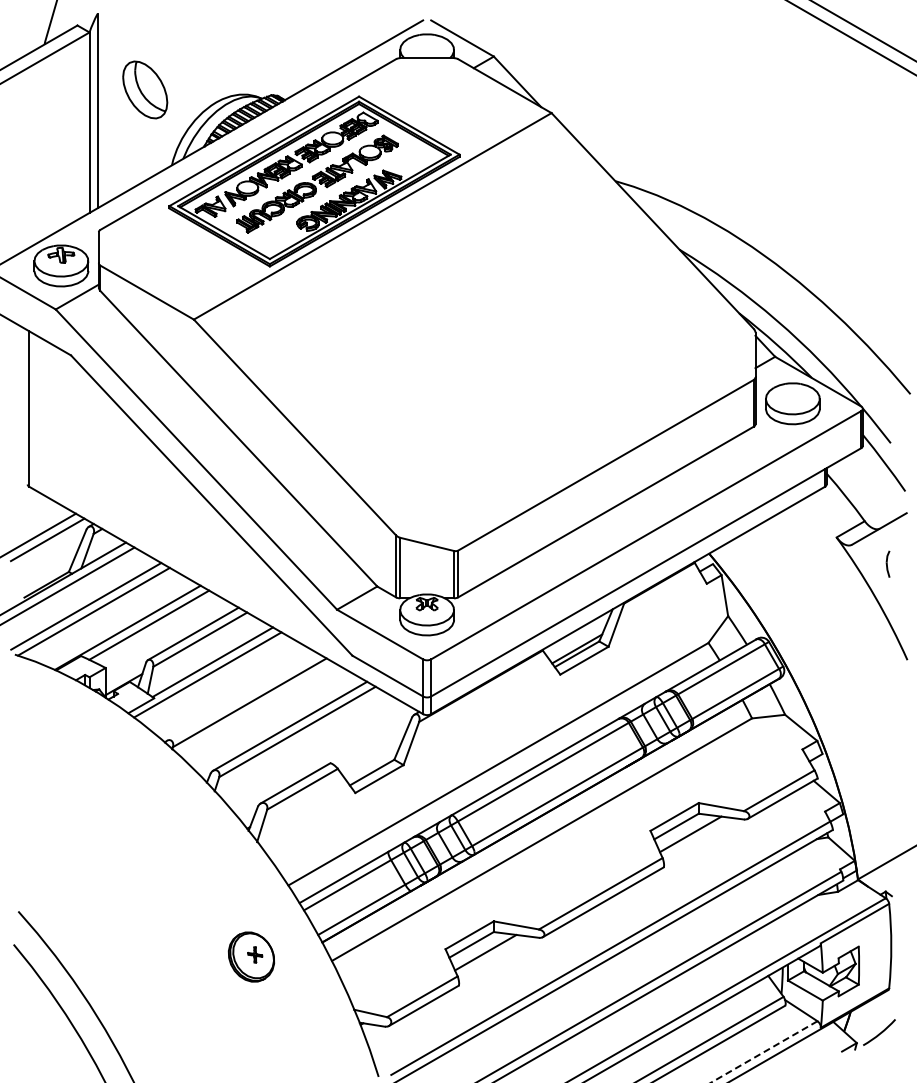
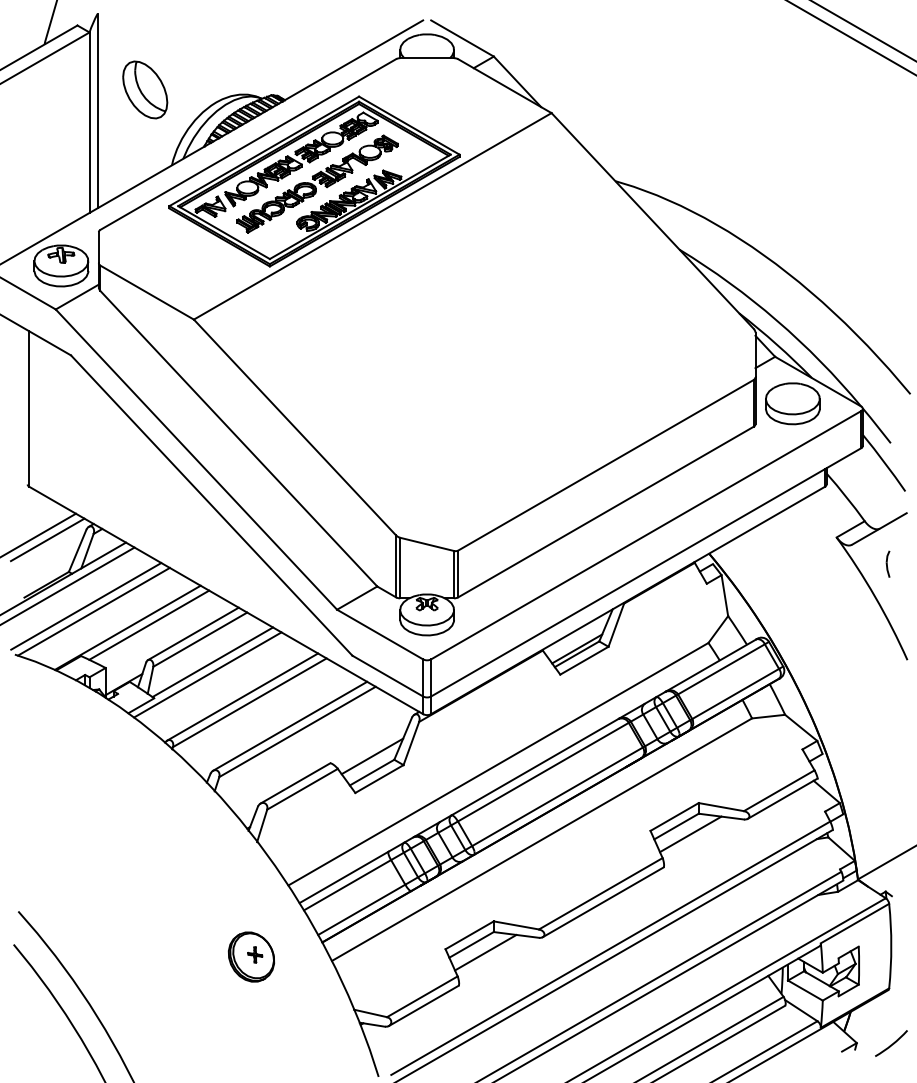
line at (242, 696): none -> present
line at (372, 756): none -> present
arc at (880, 1032) position: (880, 1032) -> (892, 1043)
line at (763, 1052): dashed -> solid
